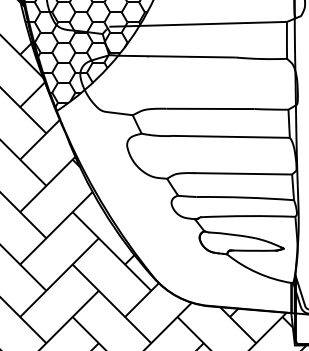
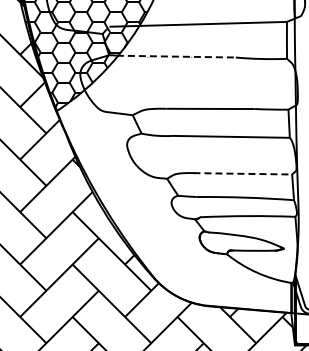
line at (176, 56): solid -> dashed
line at (243, 173): solid -> dashed
